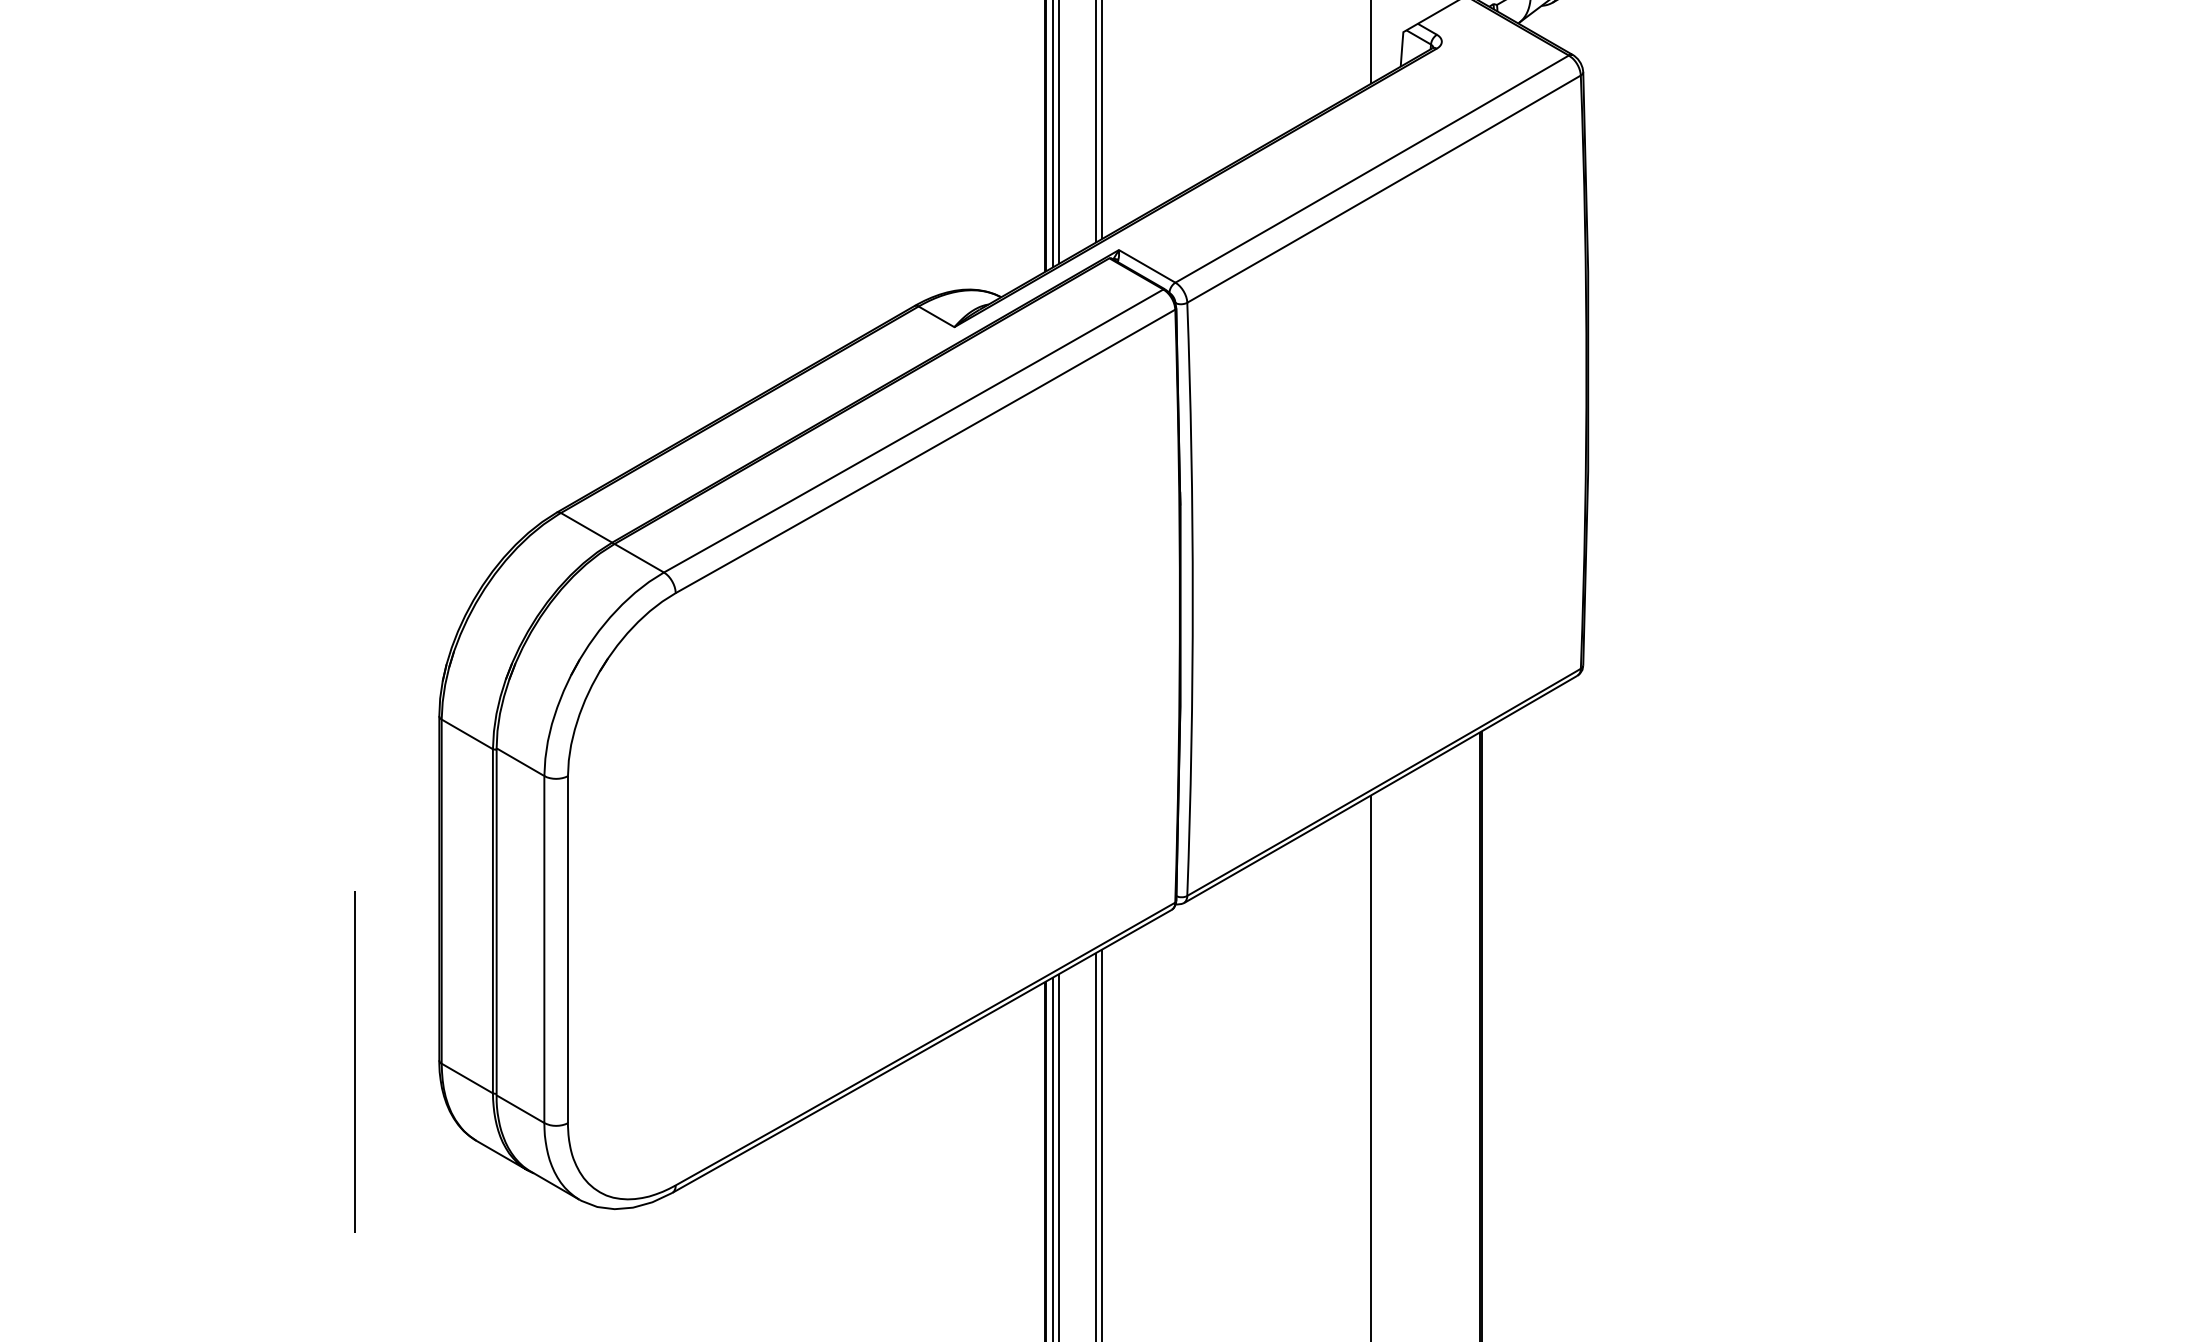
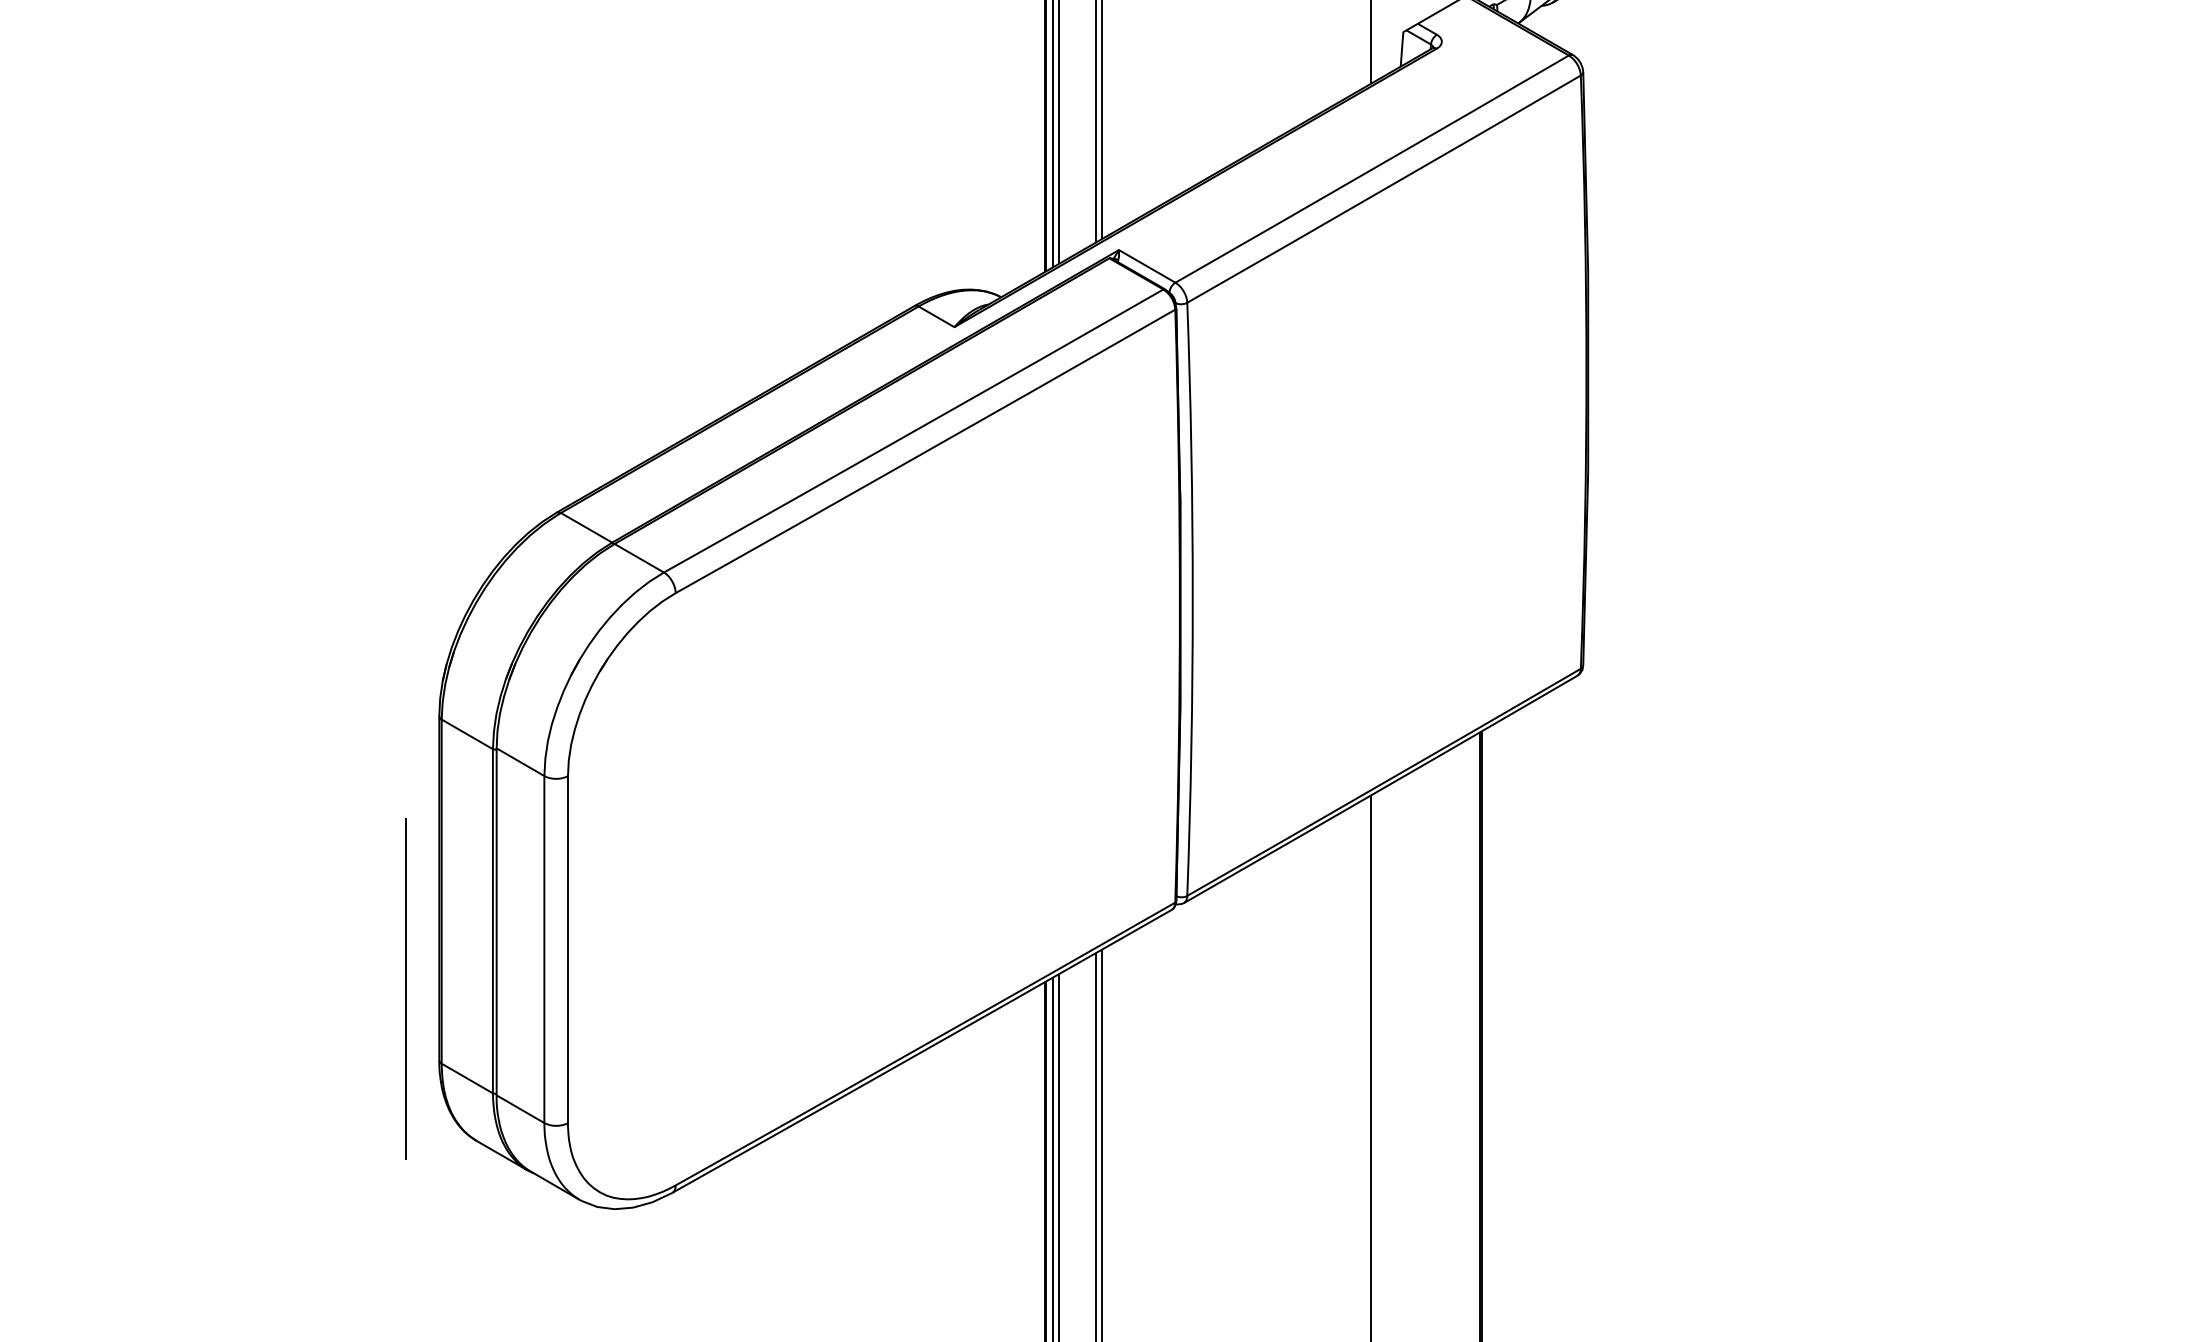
line at (354, 1061) position: (354, 1061) -> (405, 988)
